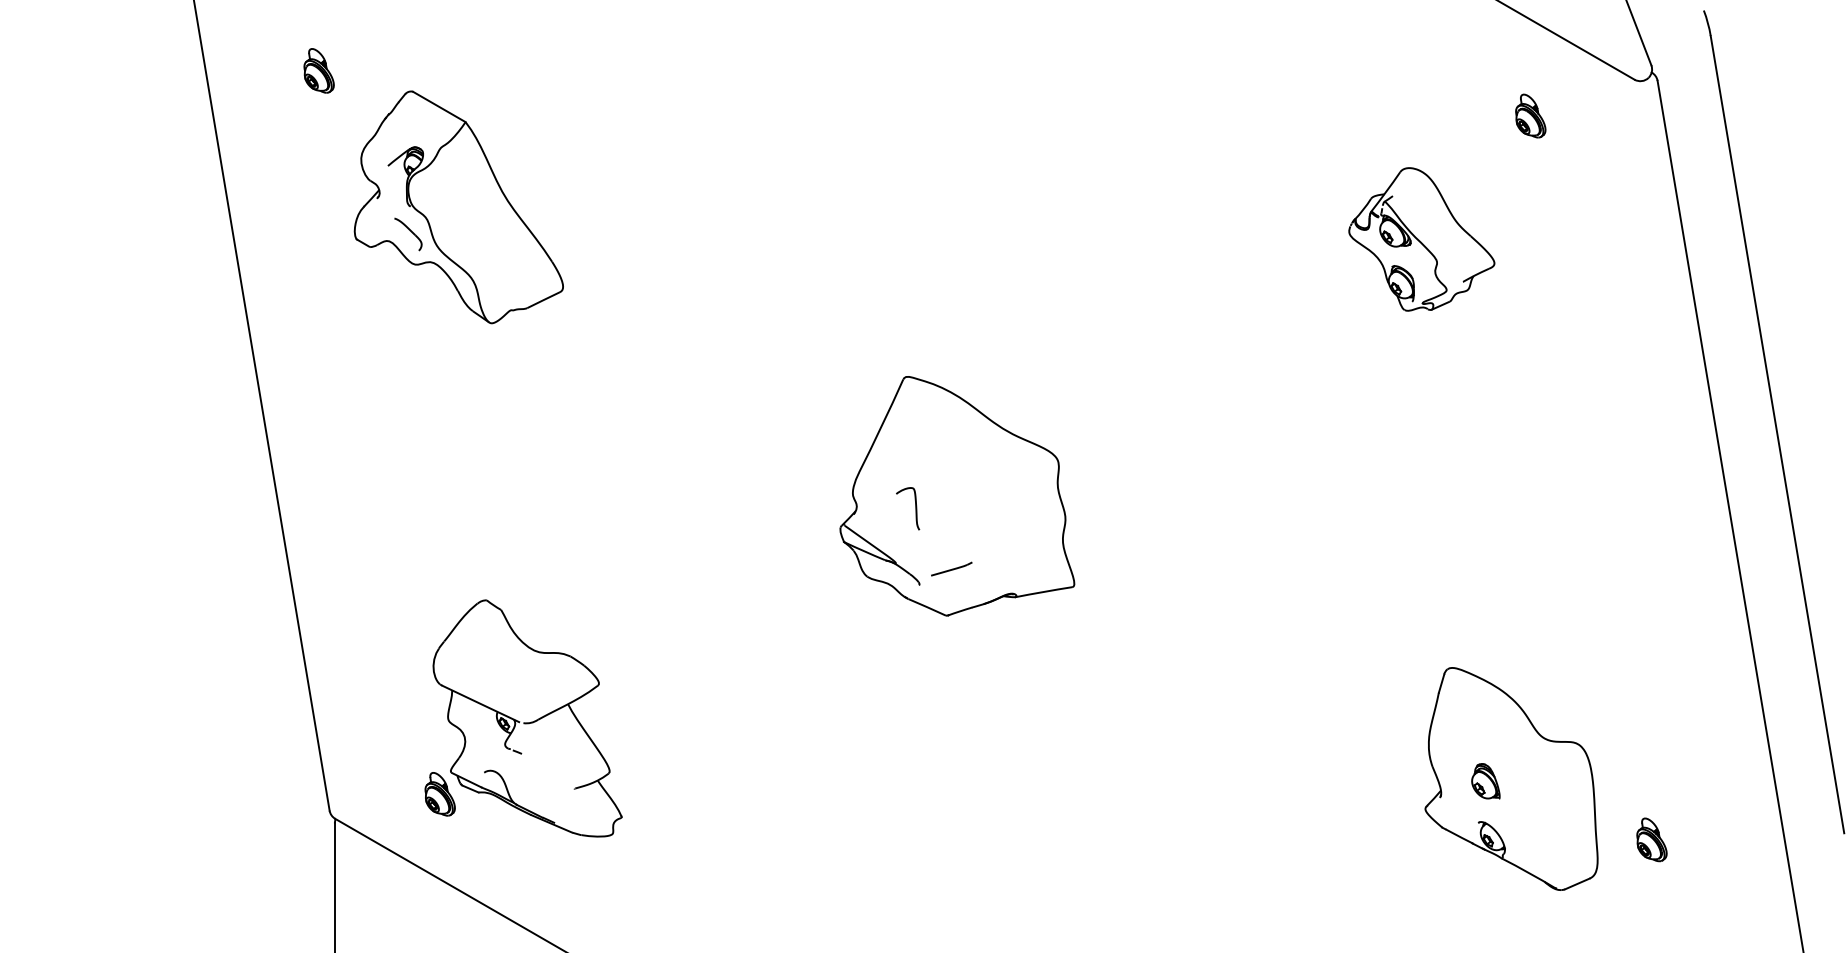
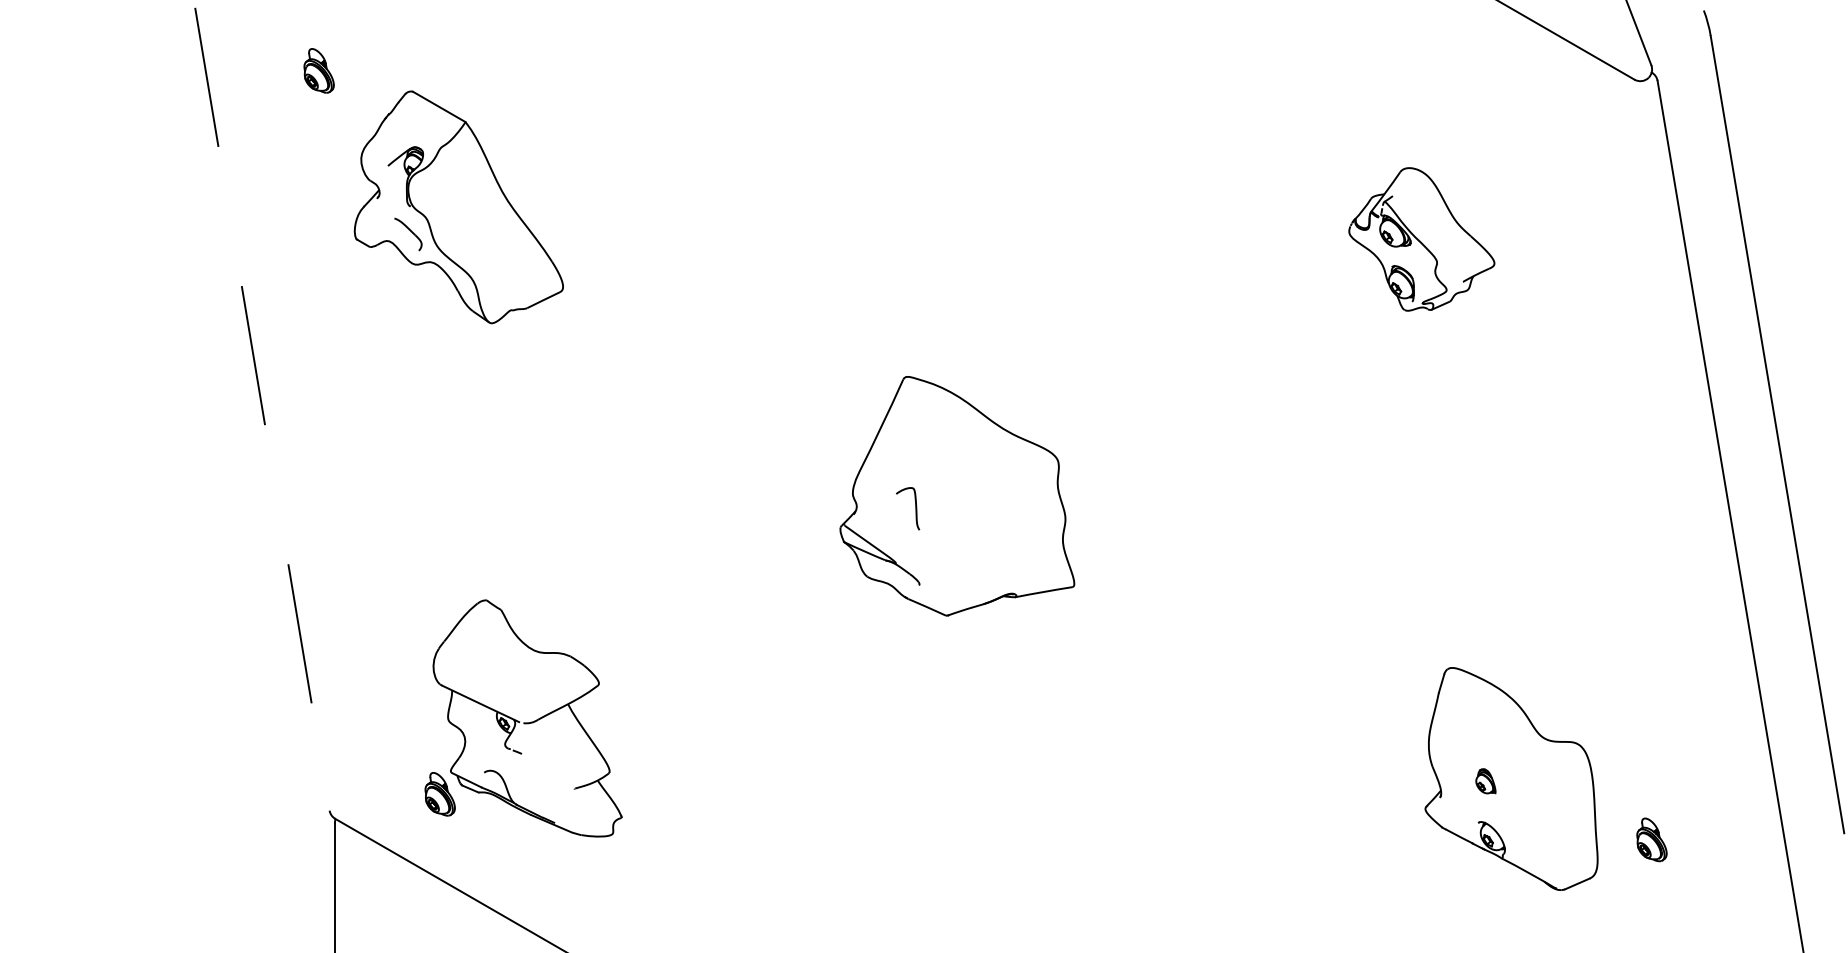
part at (1530, 115): present -> none
line at (261, 405): solid -> dashed
part at (951, 568): present -> none
part at (1485, 781) size: 30x37 px -> 22x27 px
